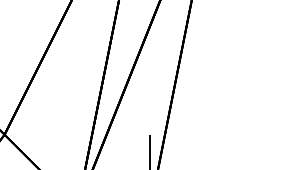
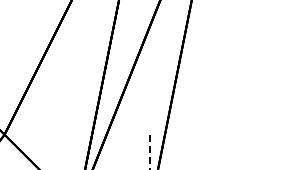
line at (150, 151): solid -> dashed
